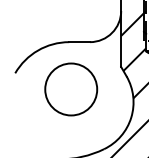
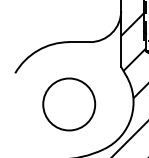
circle at (71, 89) position: (71, 89) -> (69, 104)
